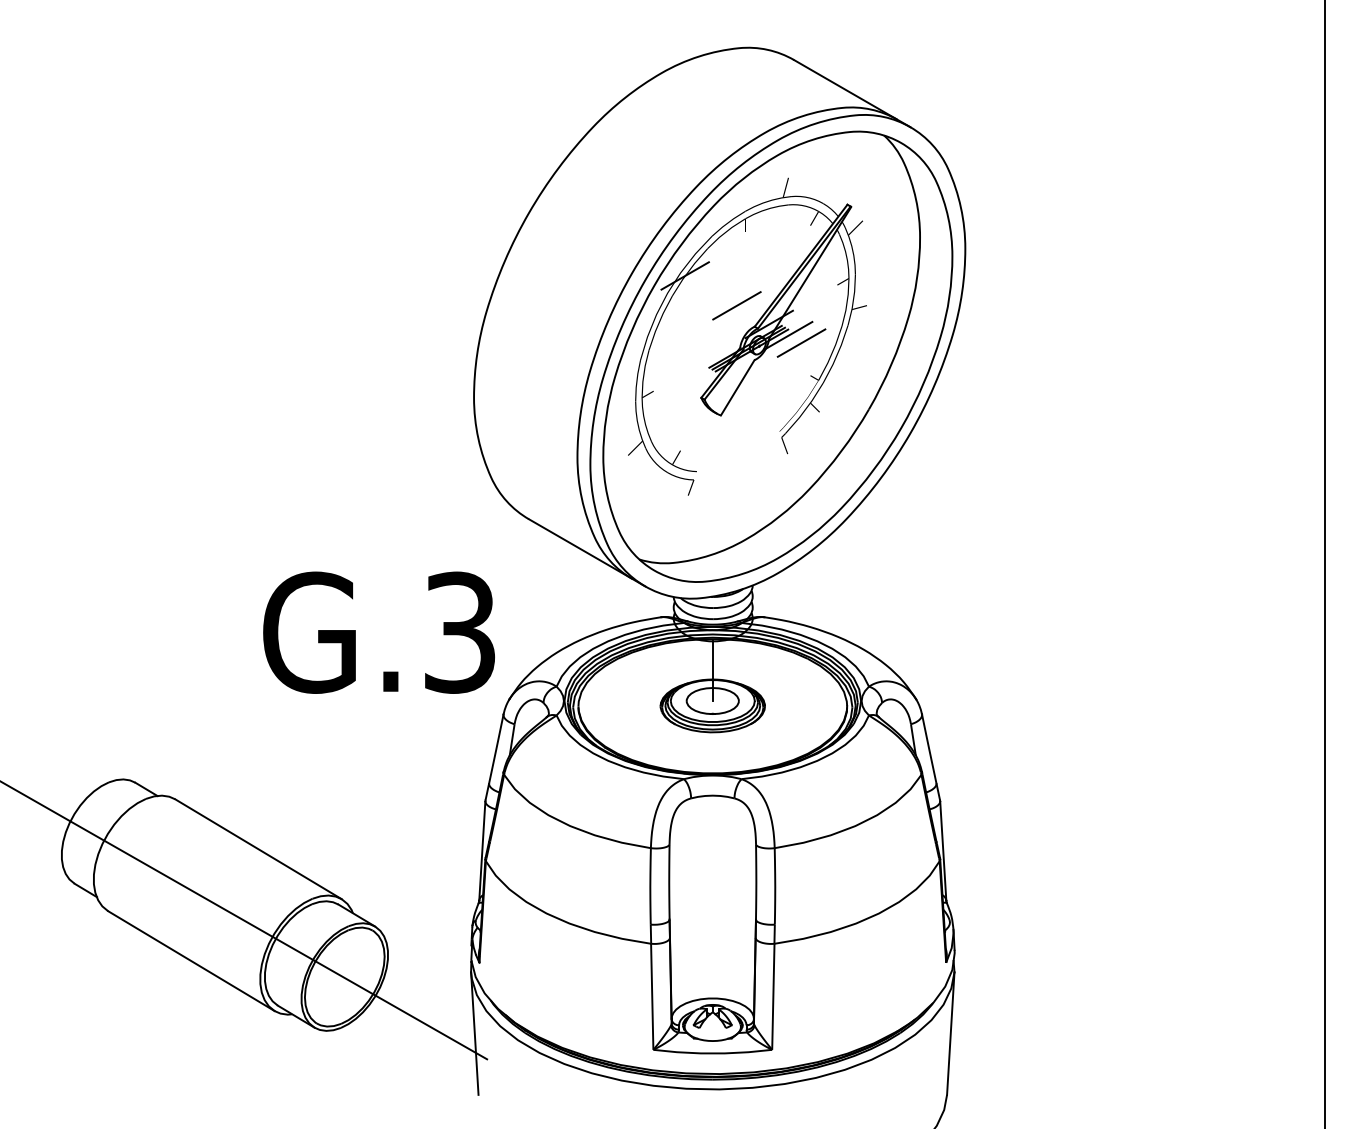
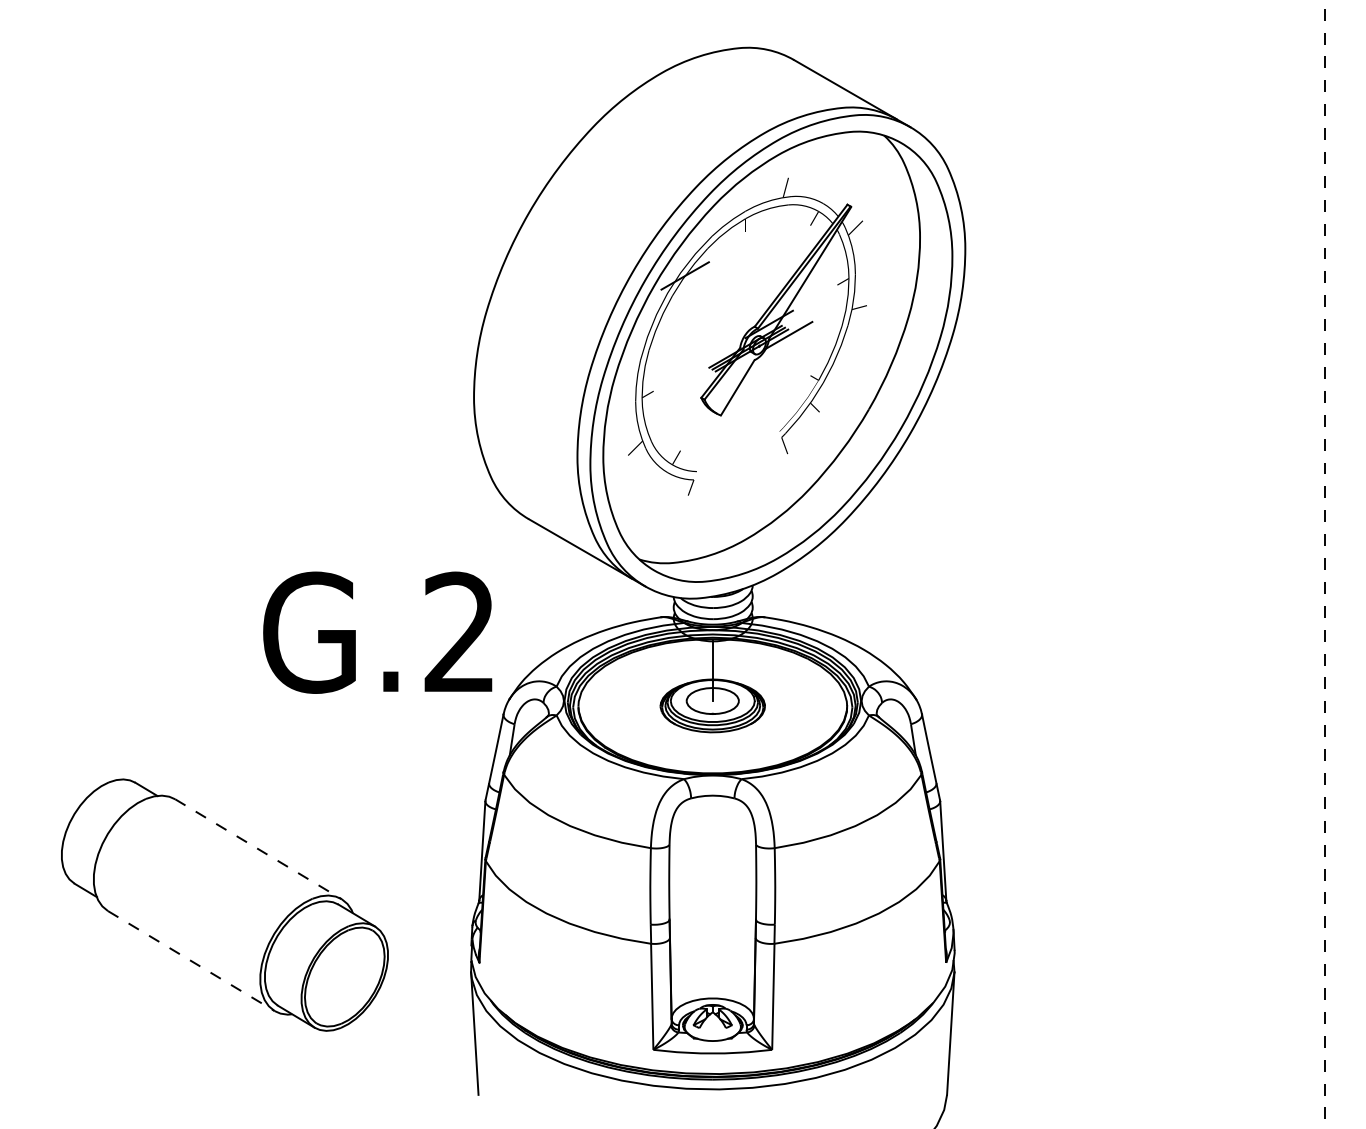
line at (736, 305): present -> none
line at (801, 342): present -> none
line at (1325, 564): solid -> dashed
text at (459, 632): G.3 -> G.2
line at (258, 849): solid -> dashed
line at (244, 920): present -> none
line at (191, 961): solid -> dashed
